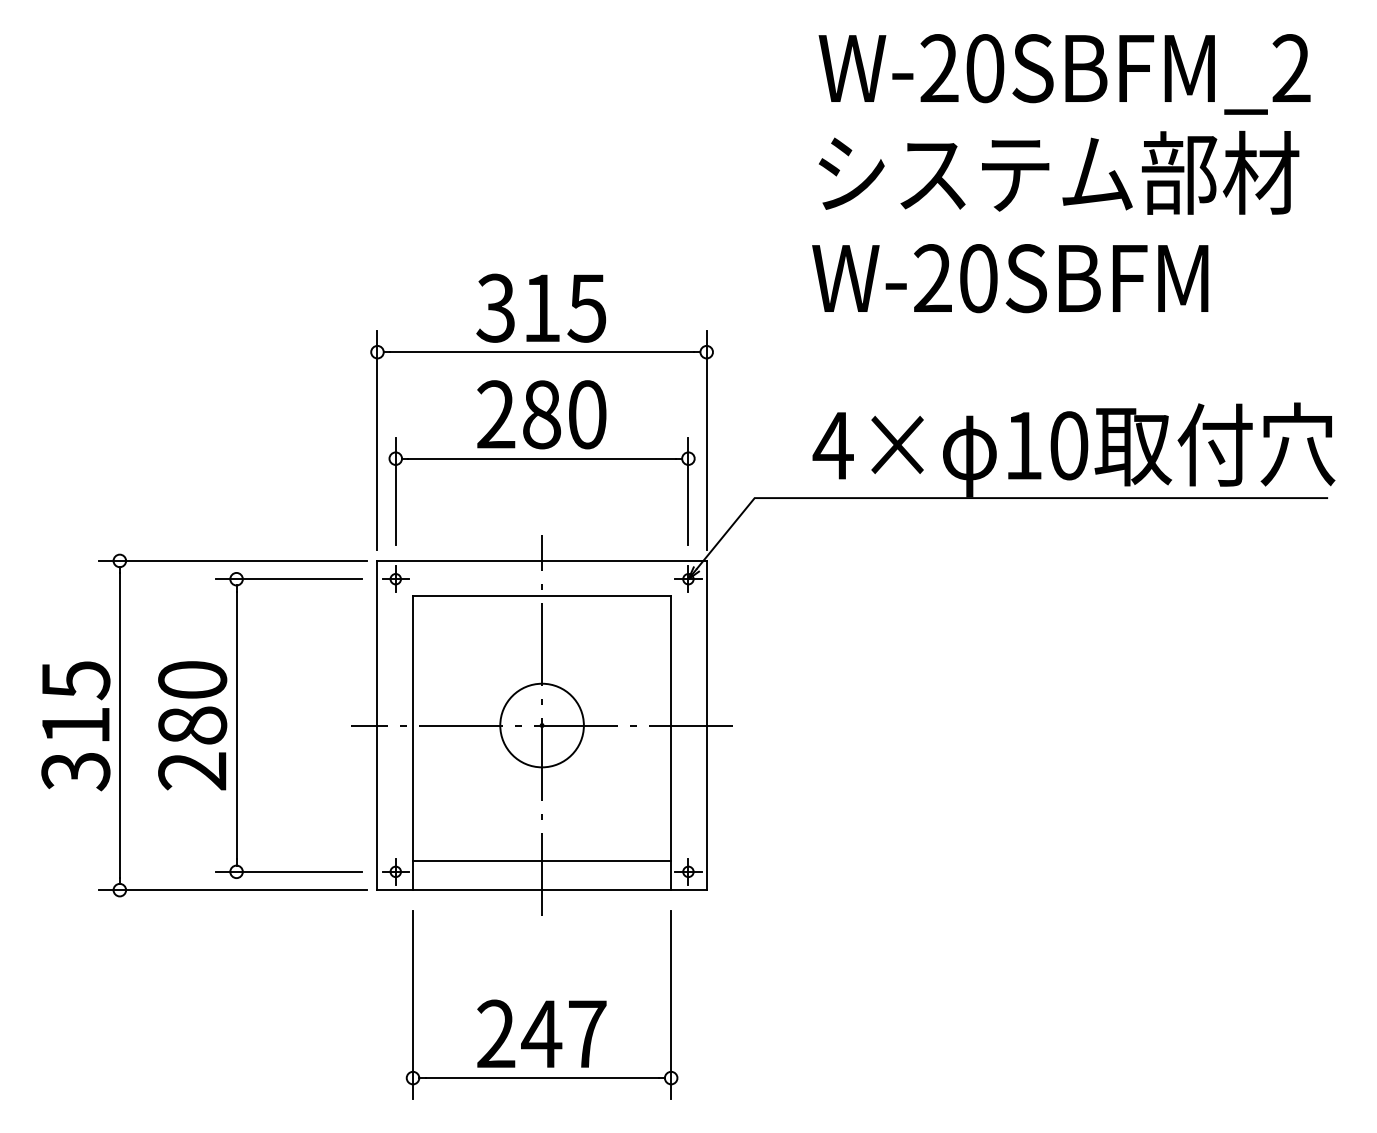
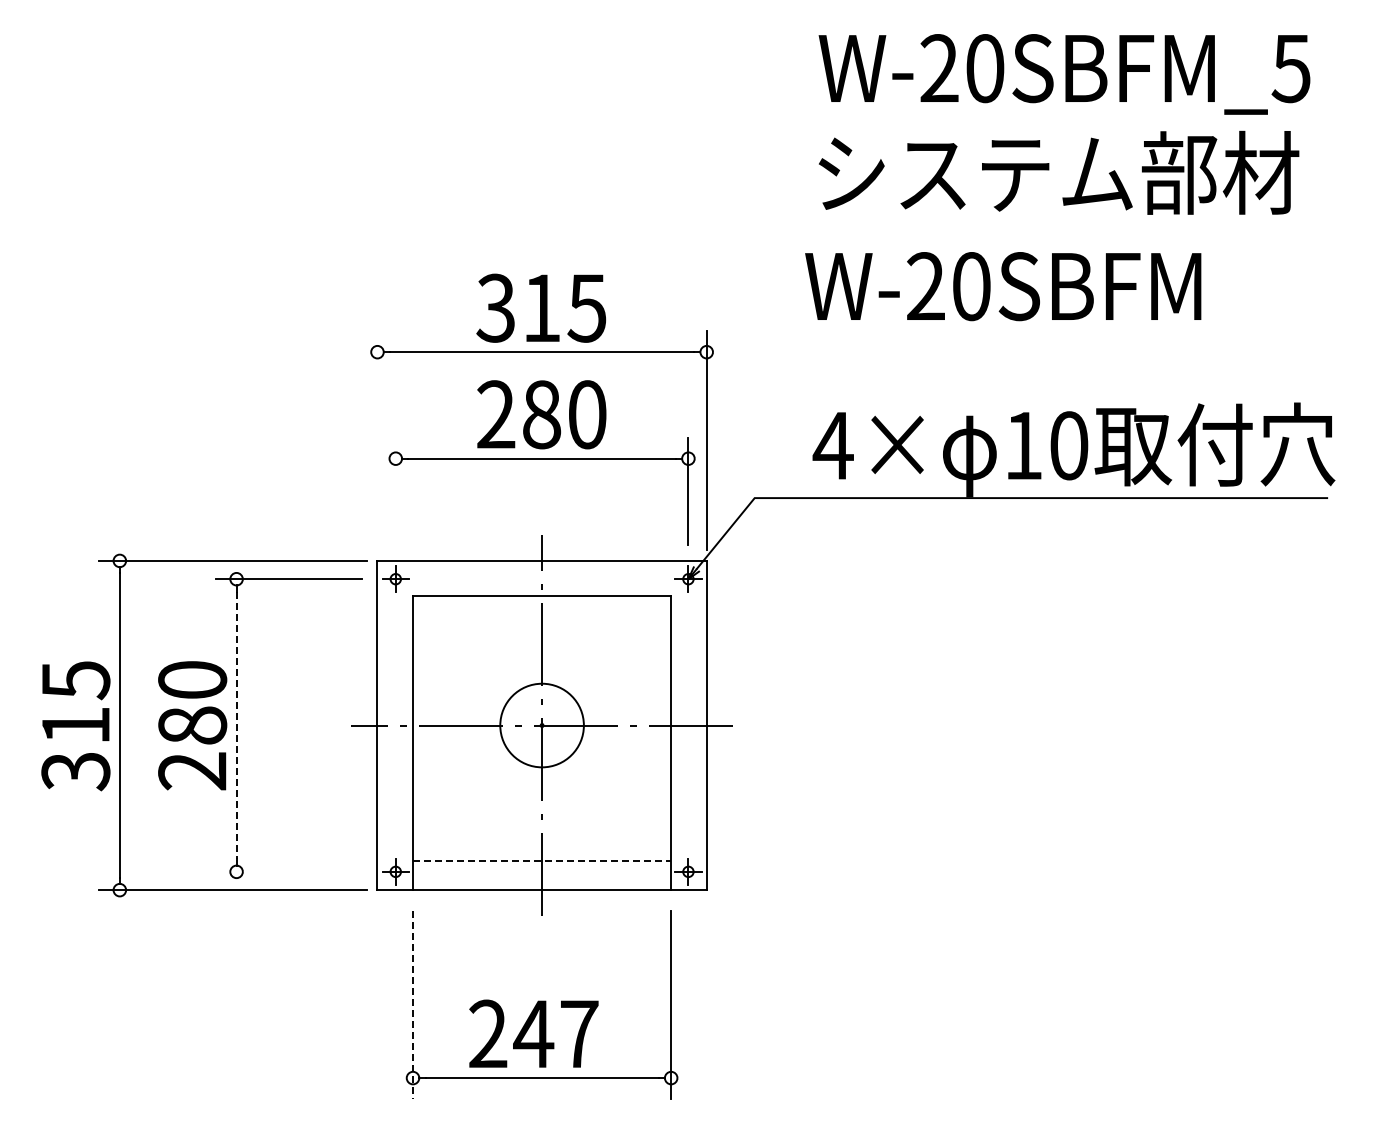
text at (1290, 68): W-20SBFM_2 -> W-20SBFM_5
text at (1010, 278) position: (1010, 278) -> (1003, 286)
line at (377, 440): present -> none
line at (395, 491): present -> none
line at (236, 725): solid -> dashed
line at (542, 860): solid -> dashed
line at (288, 871): present -> none
line at (413, 1005): solid -> dashed
text at (541, 1033) position: (541, 1033) -> (533, 1033)
